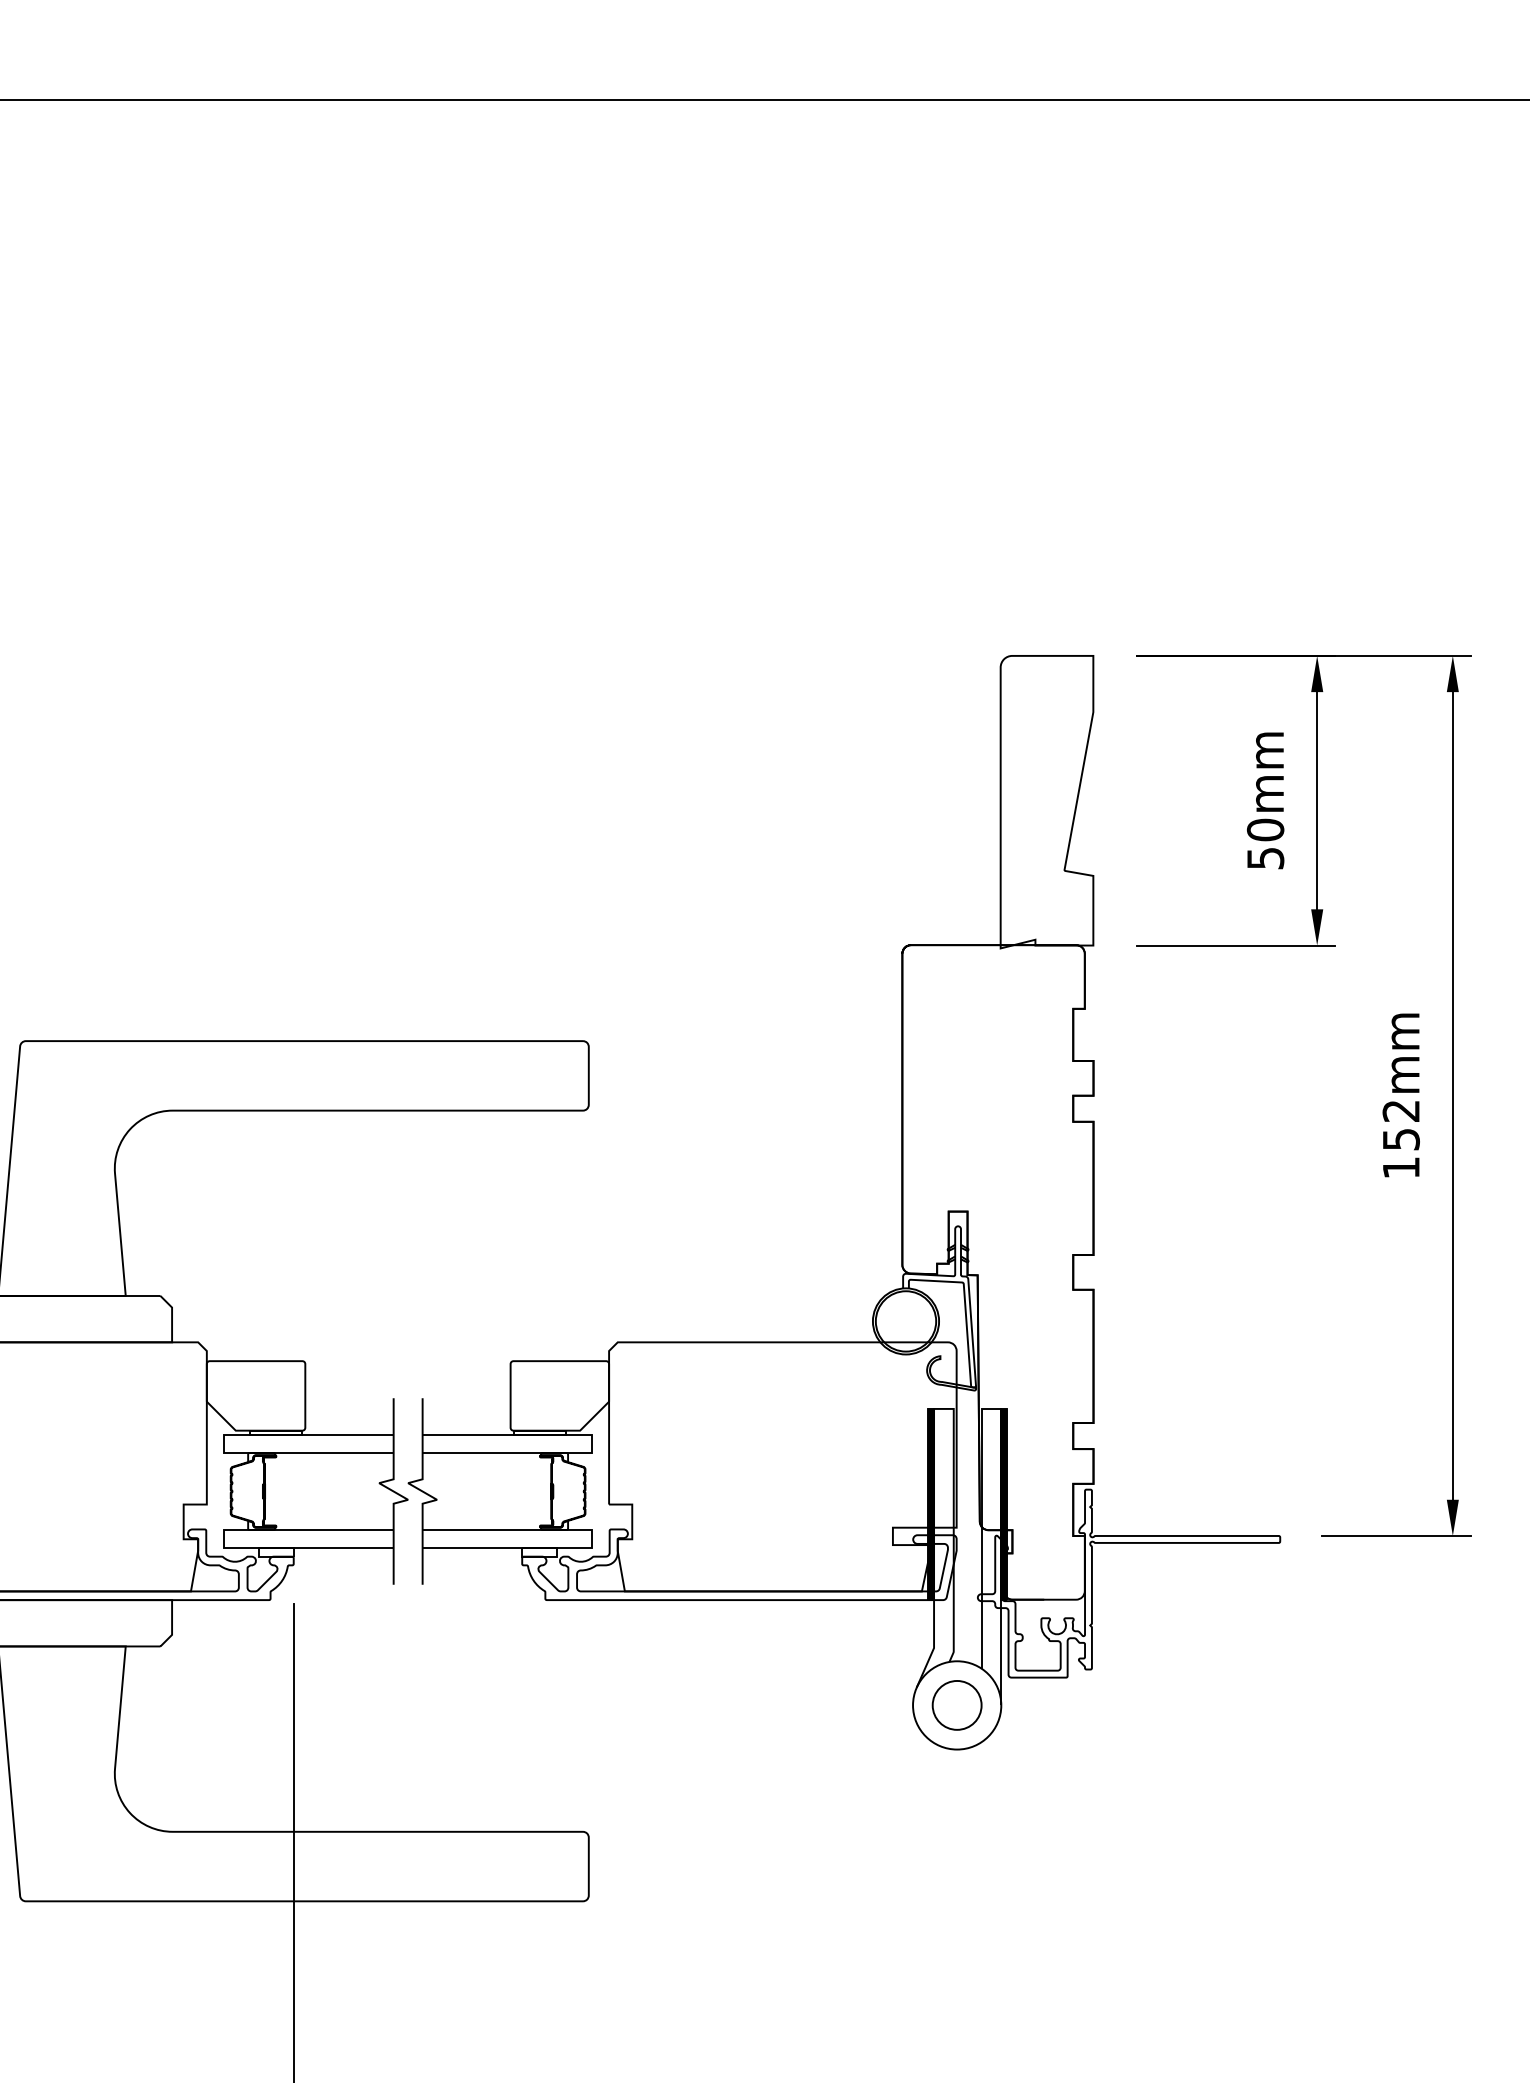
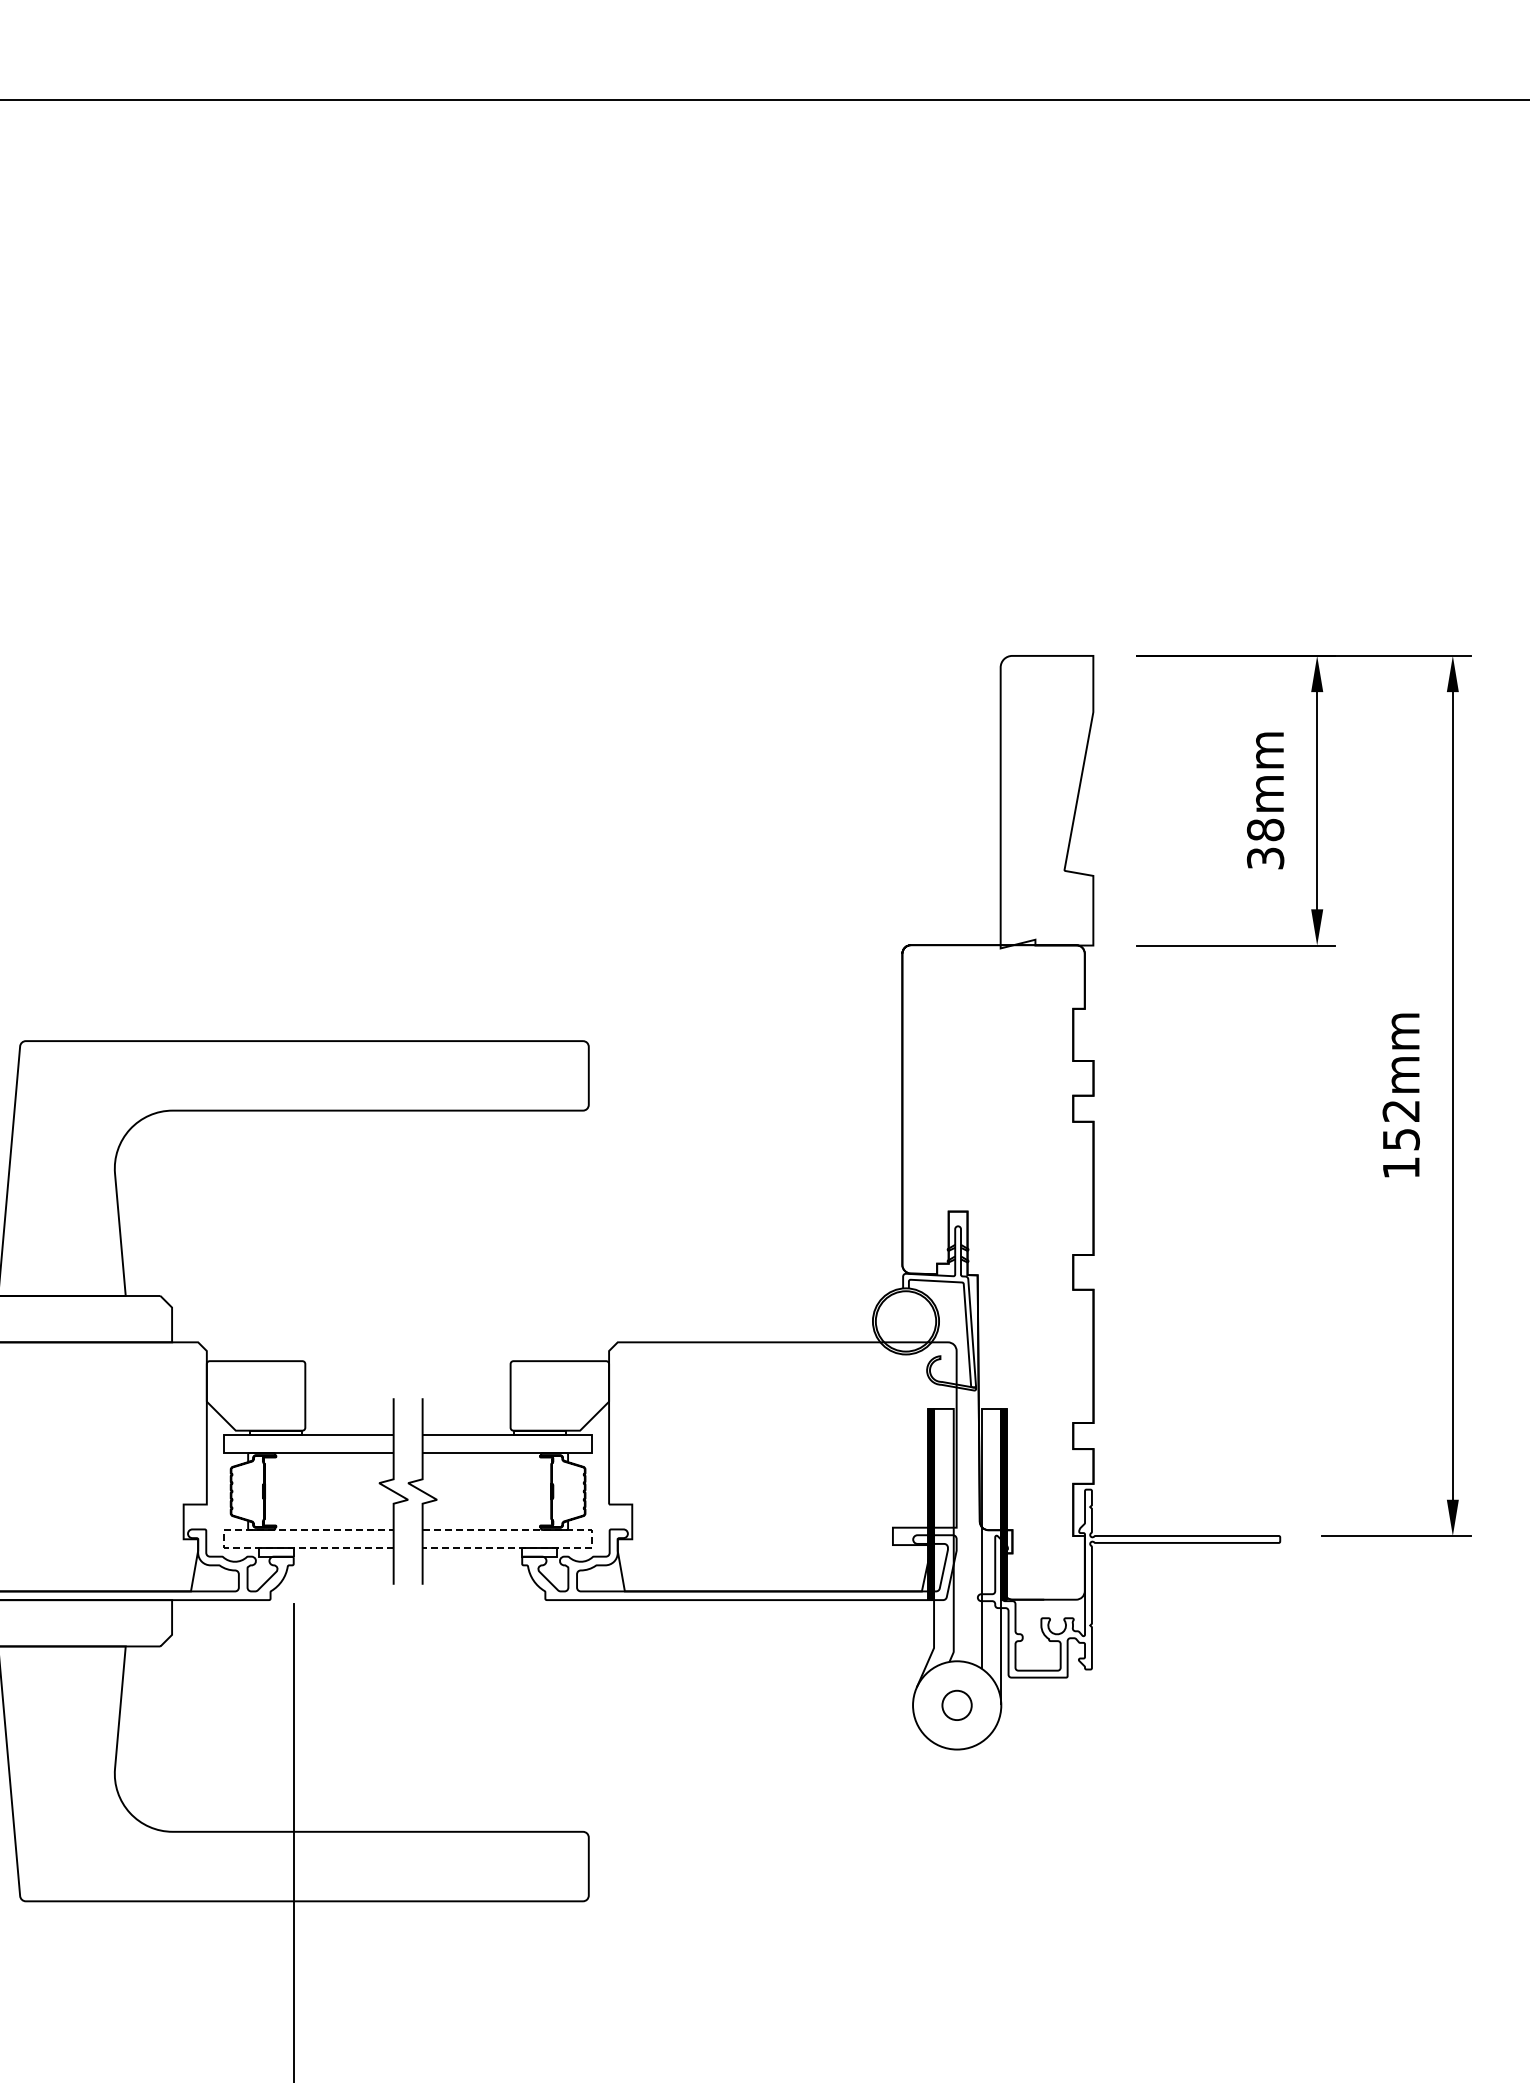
text at (1265, 843): 50mm -> 38mm
line at (224, 1539): solid -> dashed
line at (592, 1539): solid -> dashed
circle at (956, 1705) size: 52x51 px -> 32x32 px
